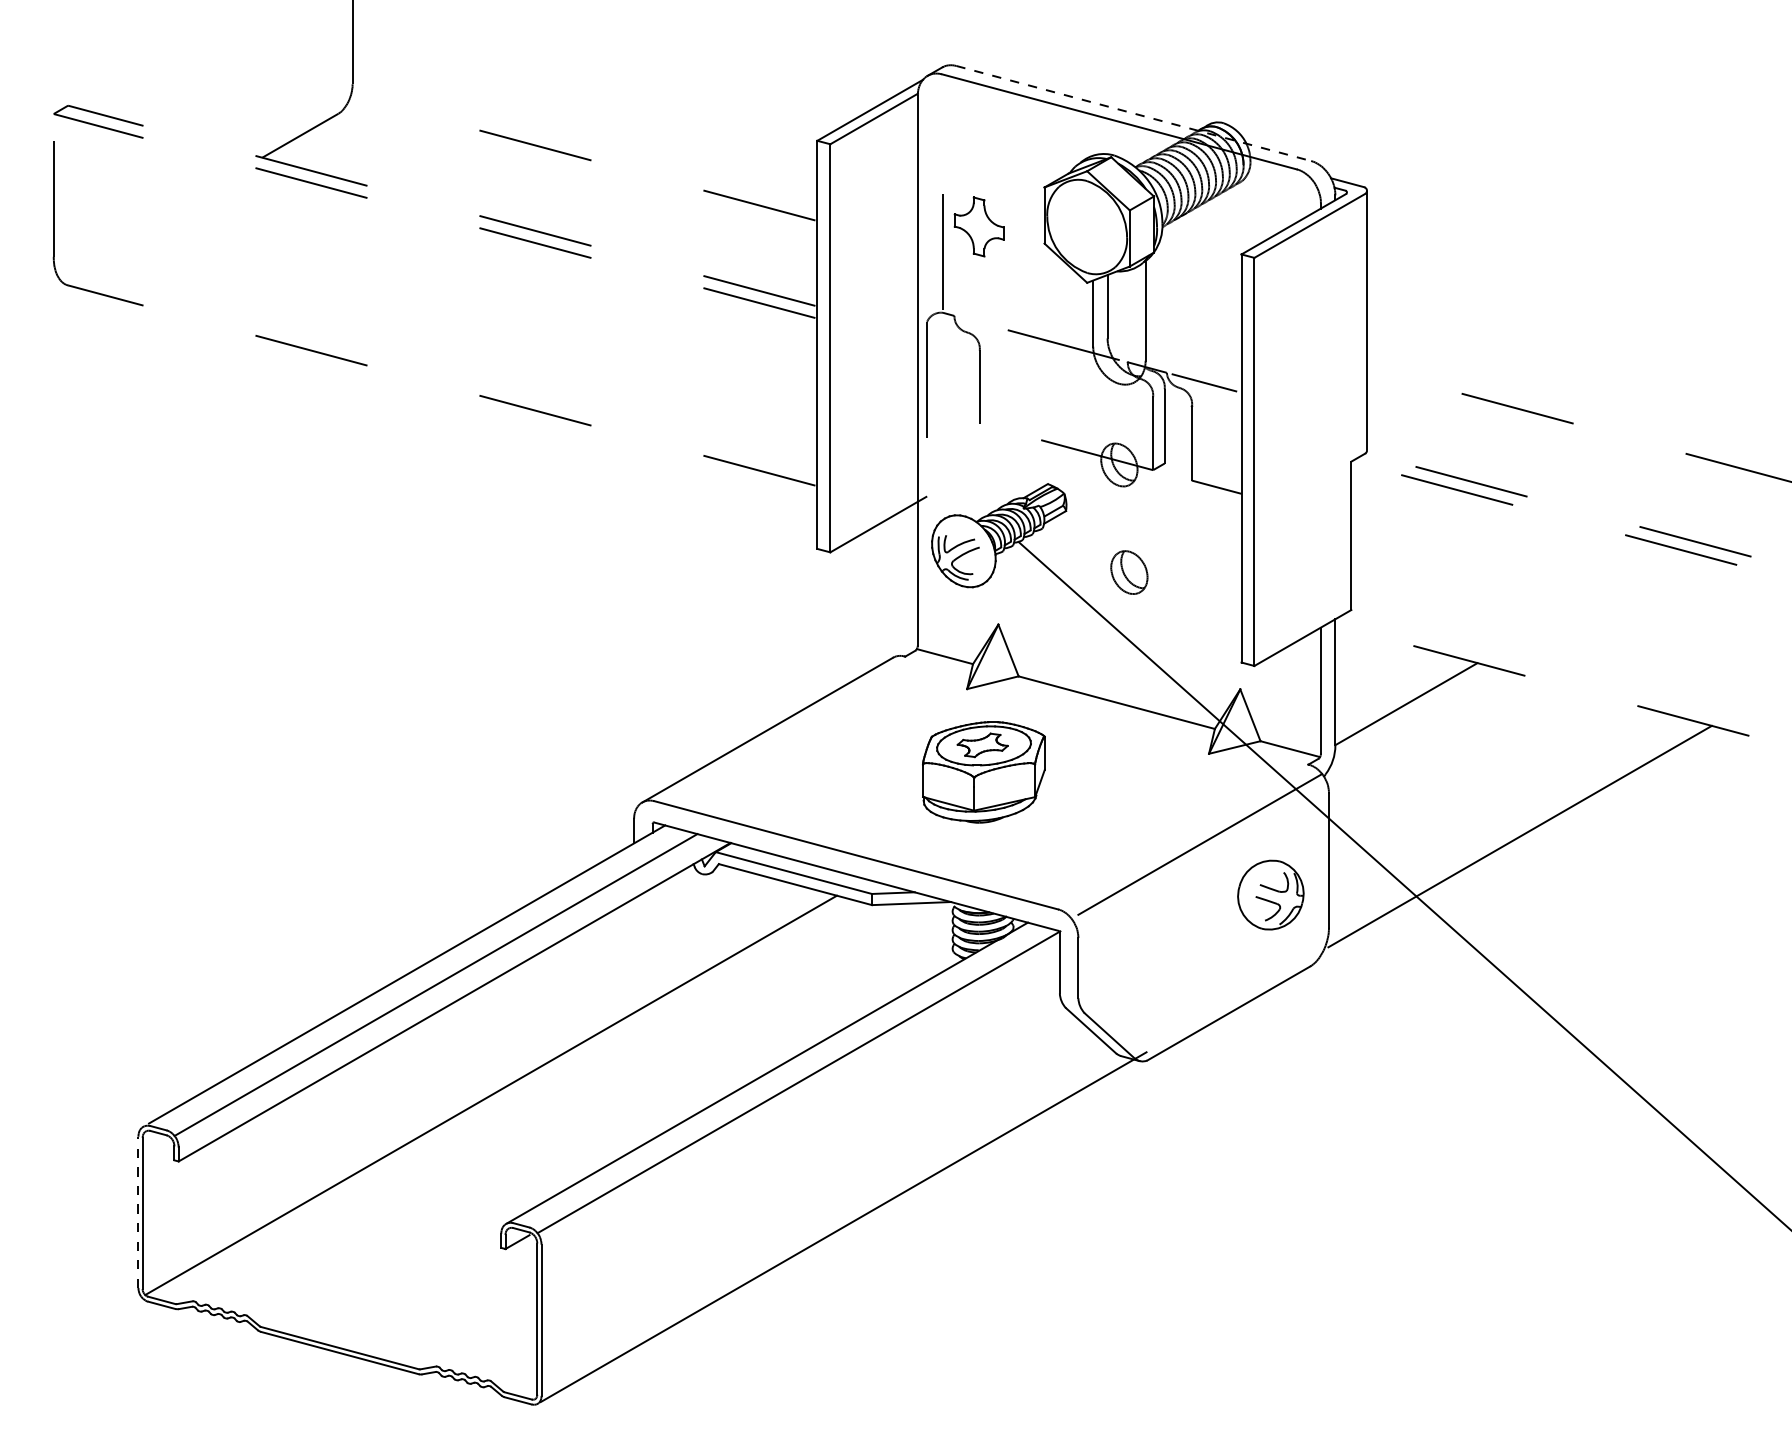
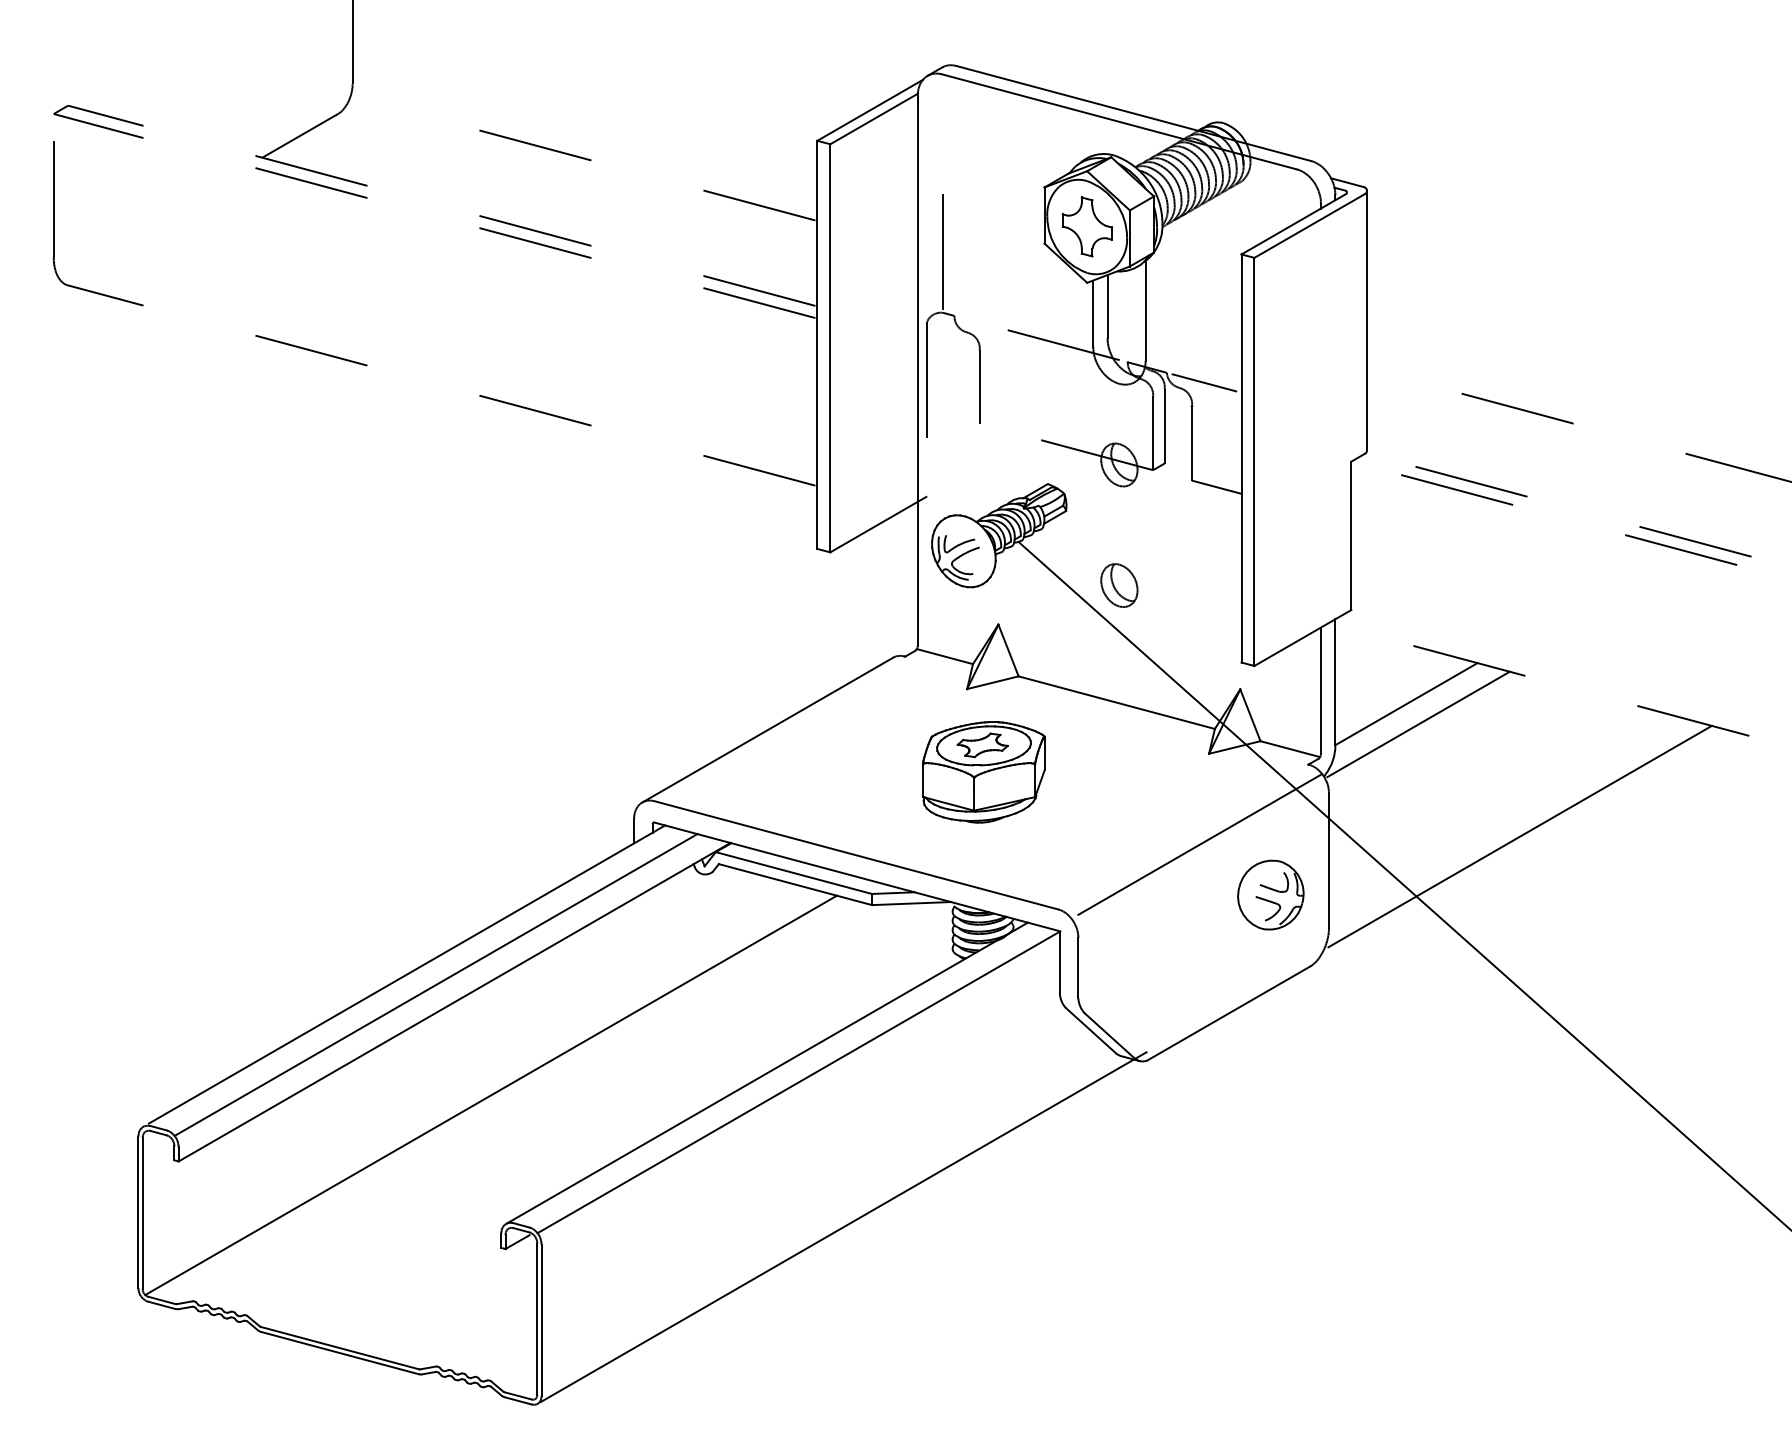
line at (1133, 113): dashed -> solid
part at (978, 226) position: (978, 226) -> (1086, 226)
part at (1129, 572) position: (1129, 572) -> (1119, 585)
line at (1418, 724): none -> present
line at (138, 1212): dashed -> solid
